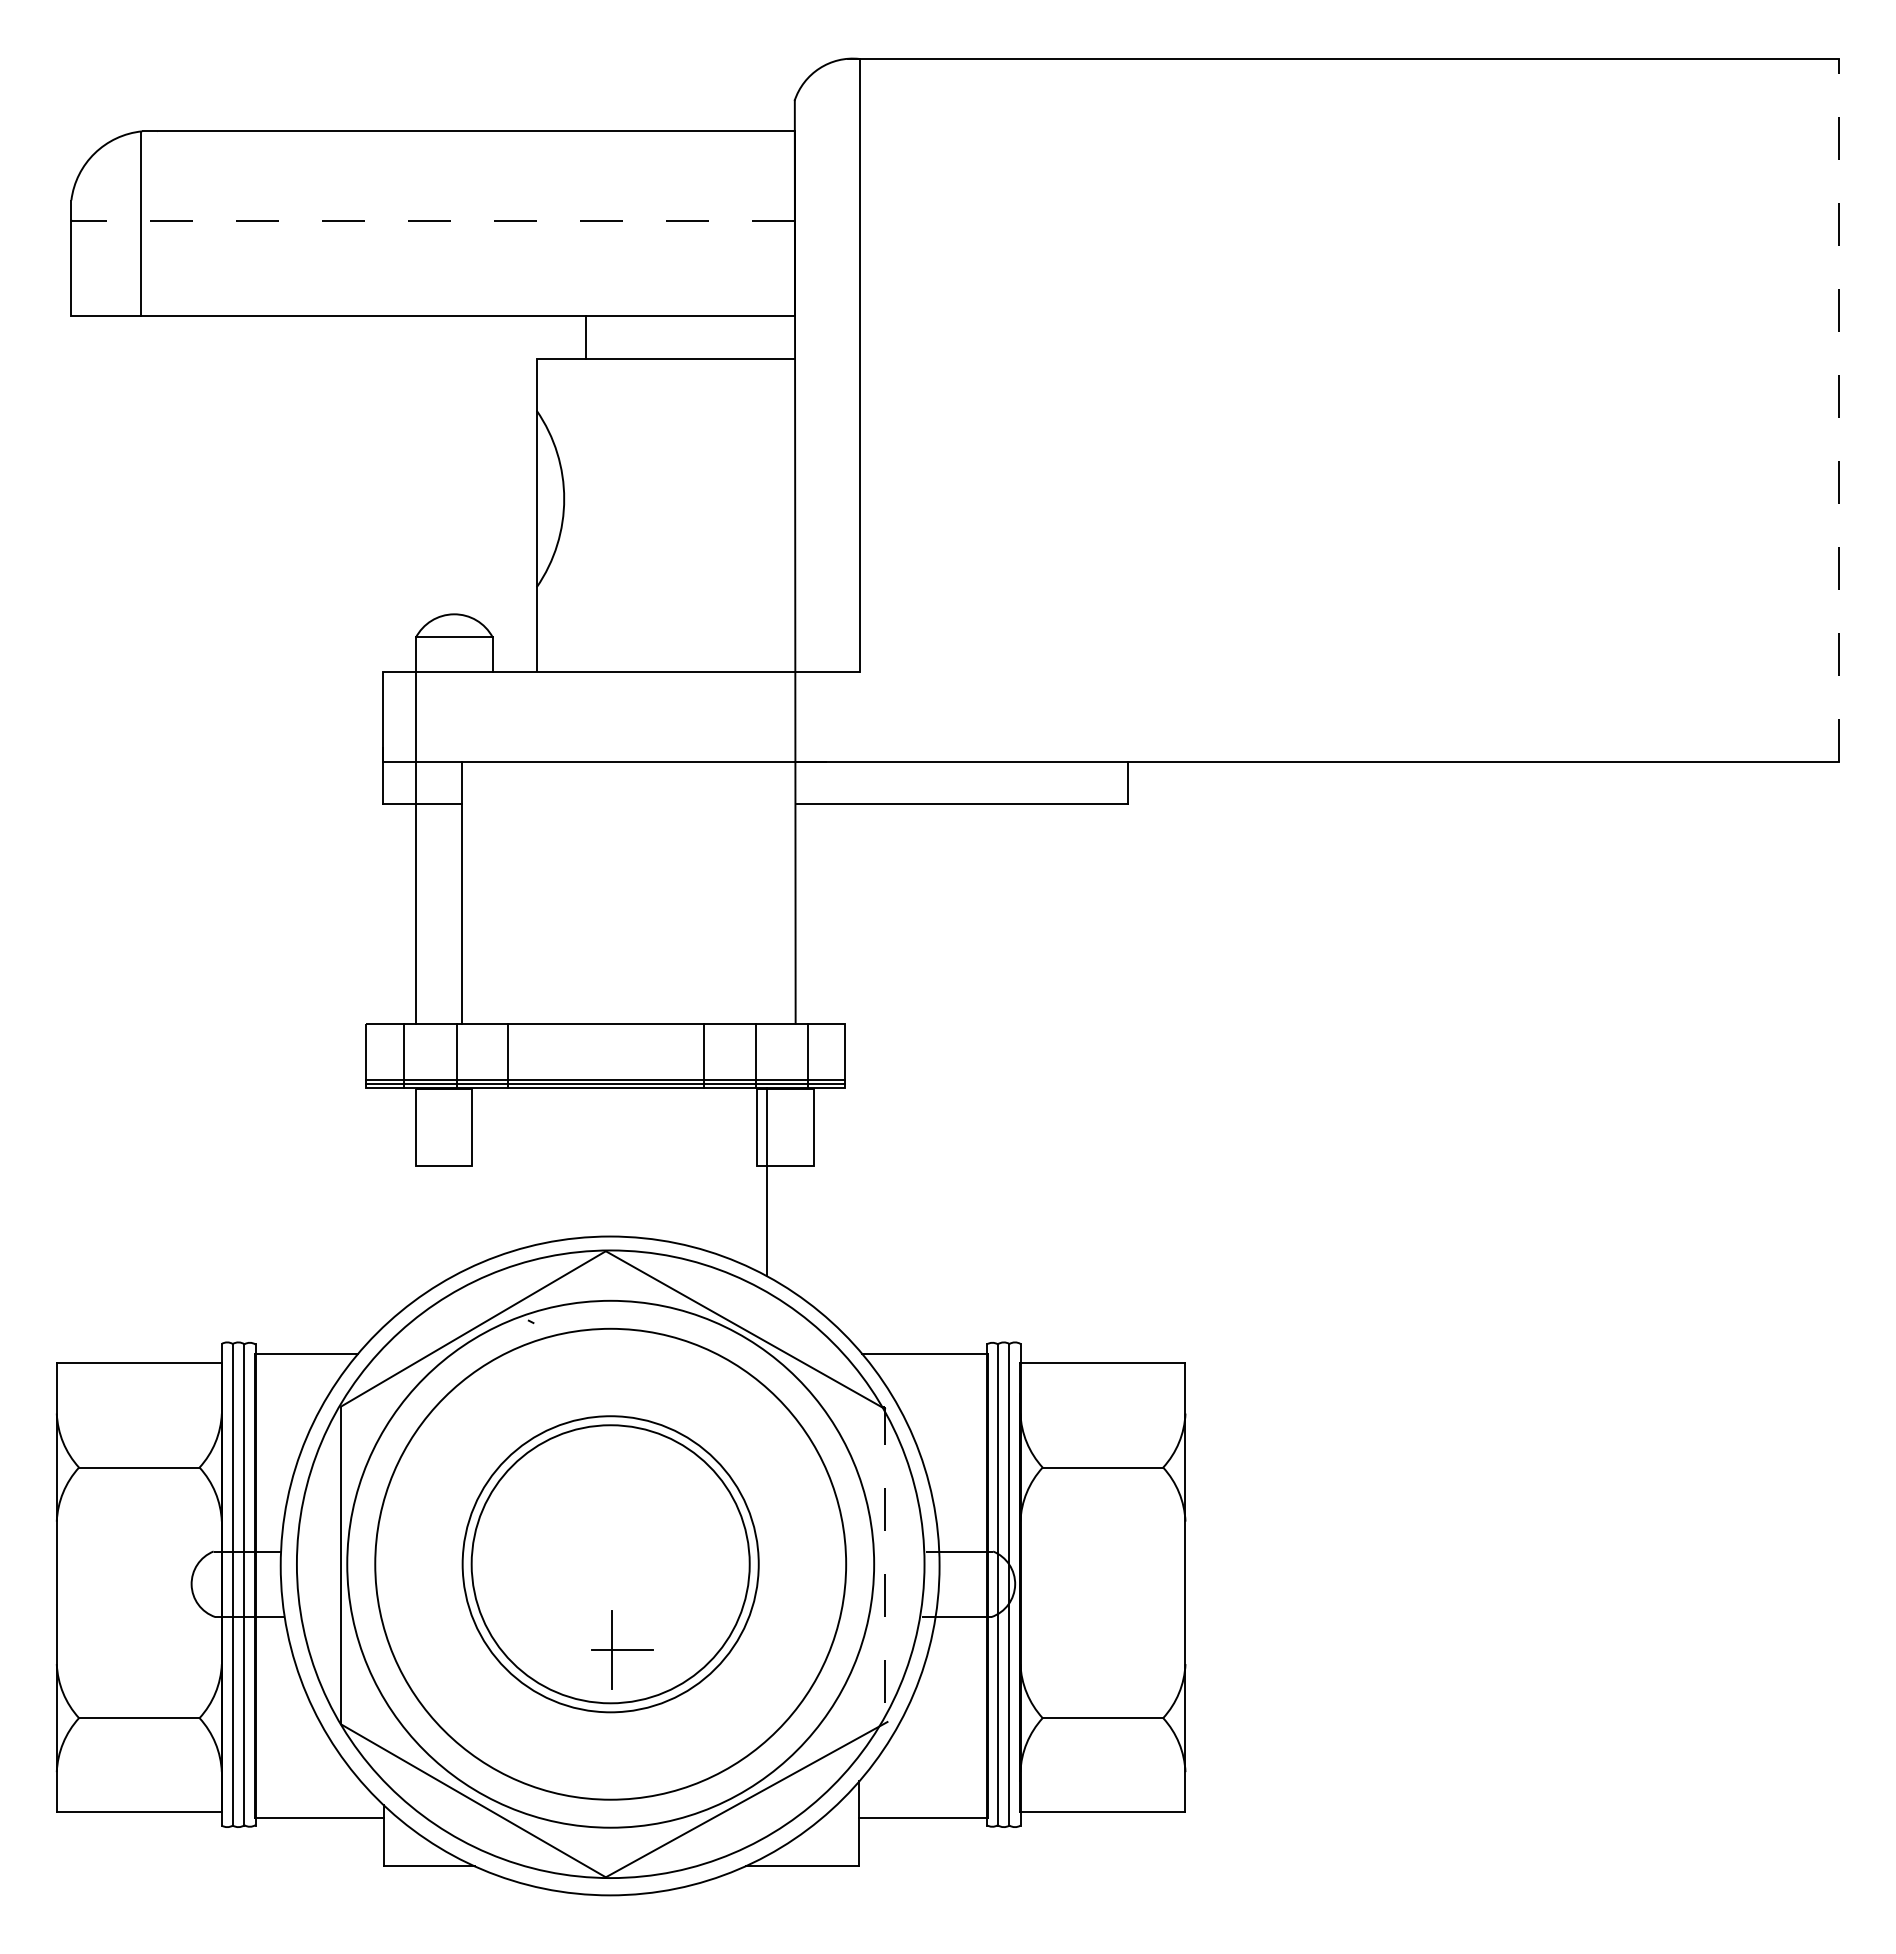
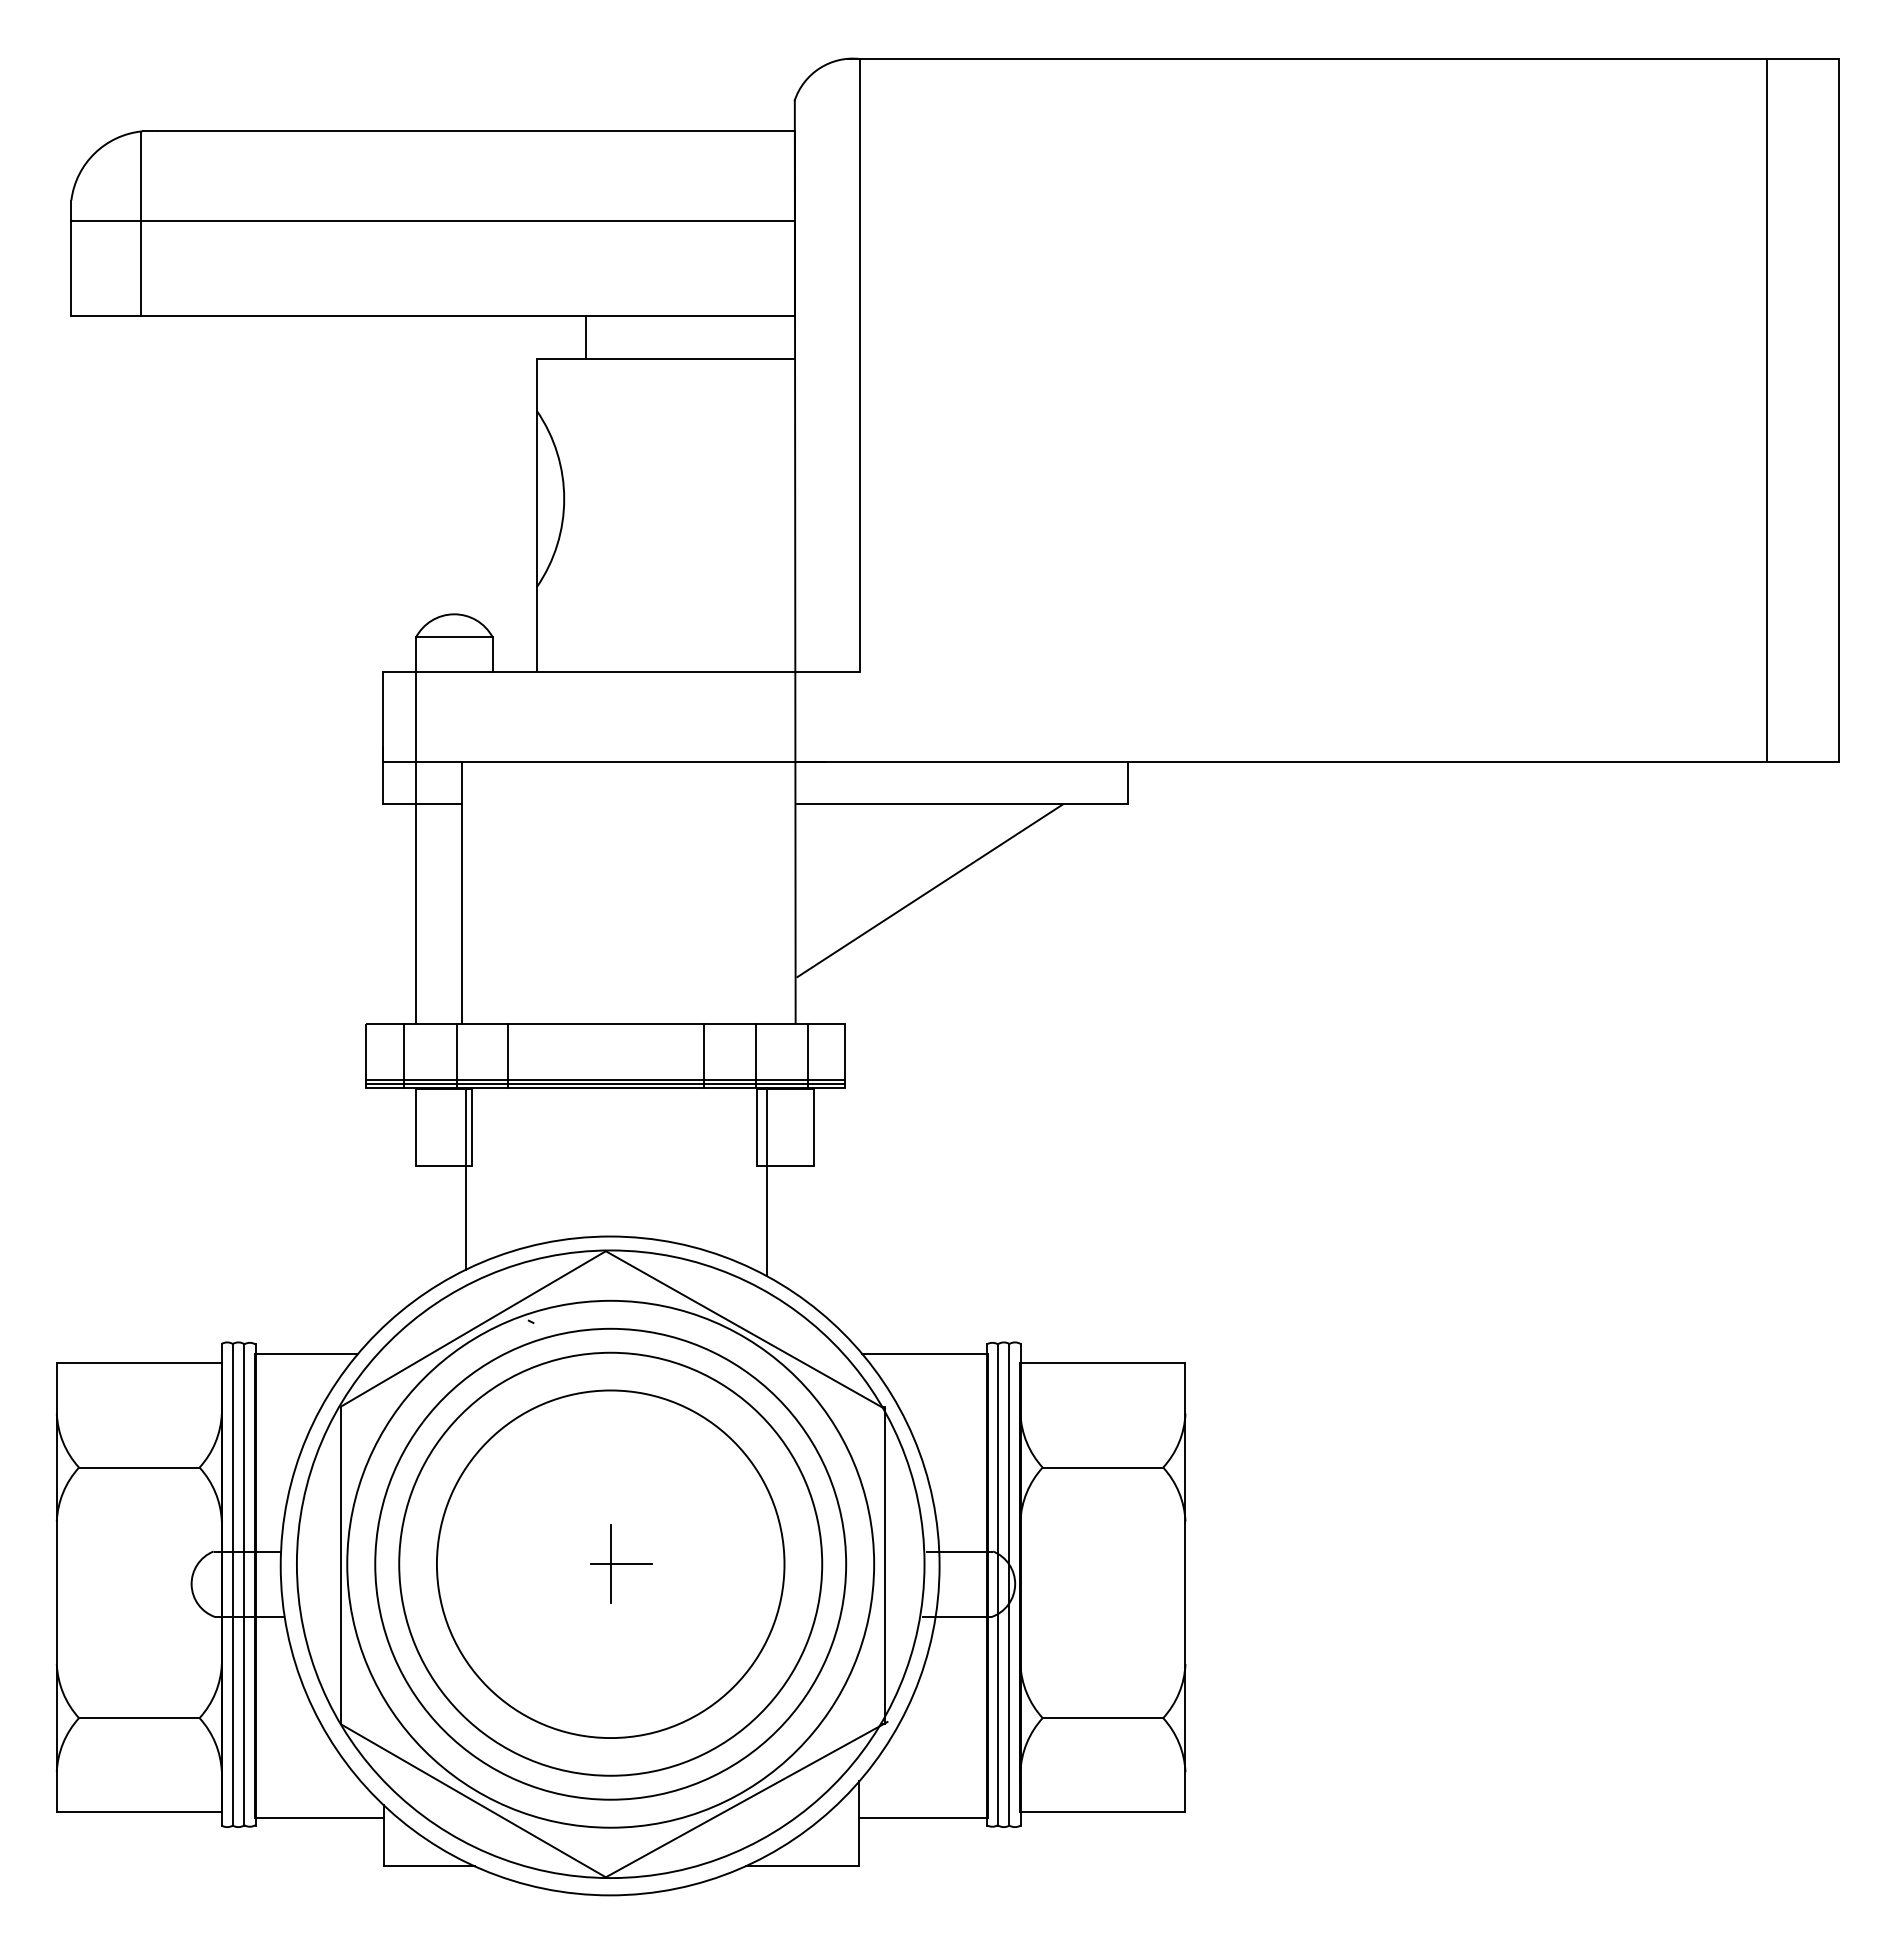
line at (433, 221): dashed -> solid
line at (1767, 410): none -> present
line at (1839, 410): dashed -> solid
line at (929, 890): none -> present
line at (465, 1178): none -> present
circle at (610, 1564) diameter: 278 px -> 348 px
circle at (610, 1564) diameter: 296 px -> 423 px
line at (885, 1565): dashed -> solid
part at (622, 1649) position: (622, 1649) -> (621, 1563)
